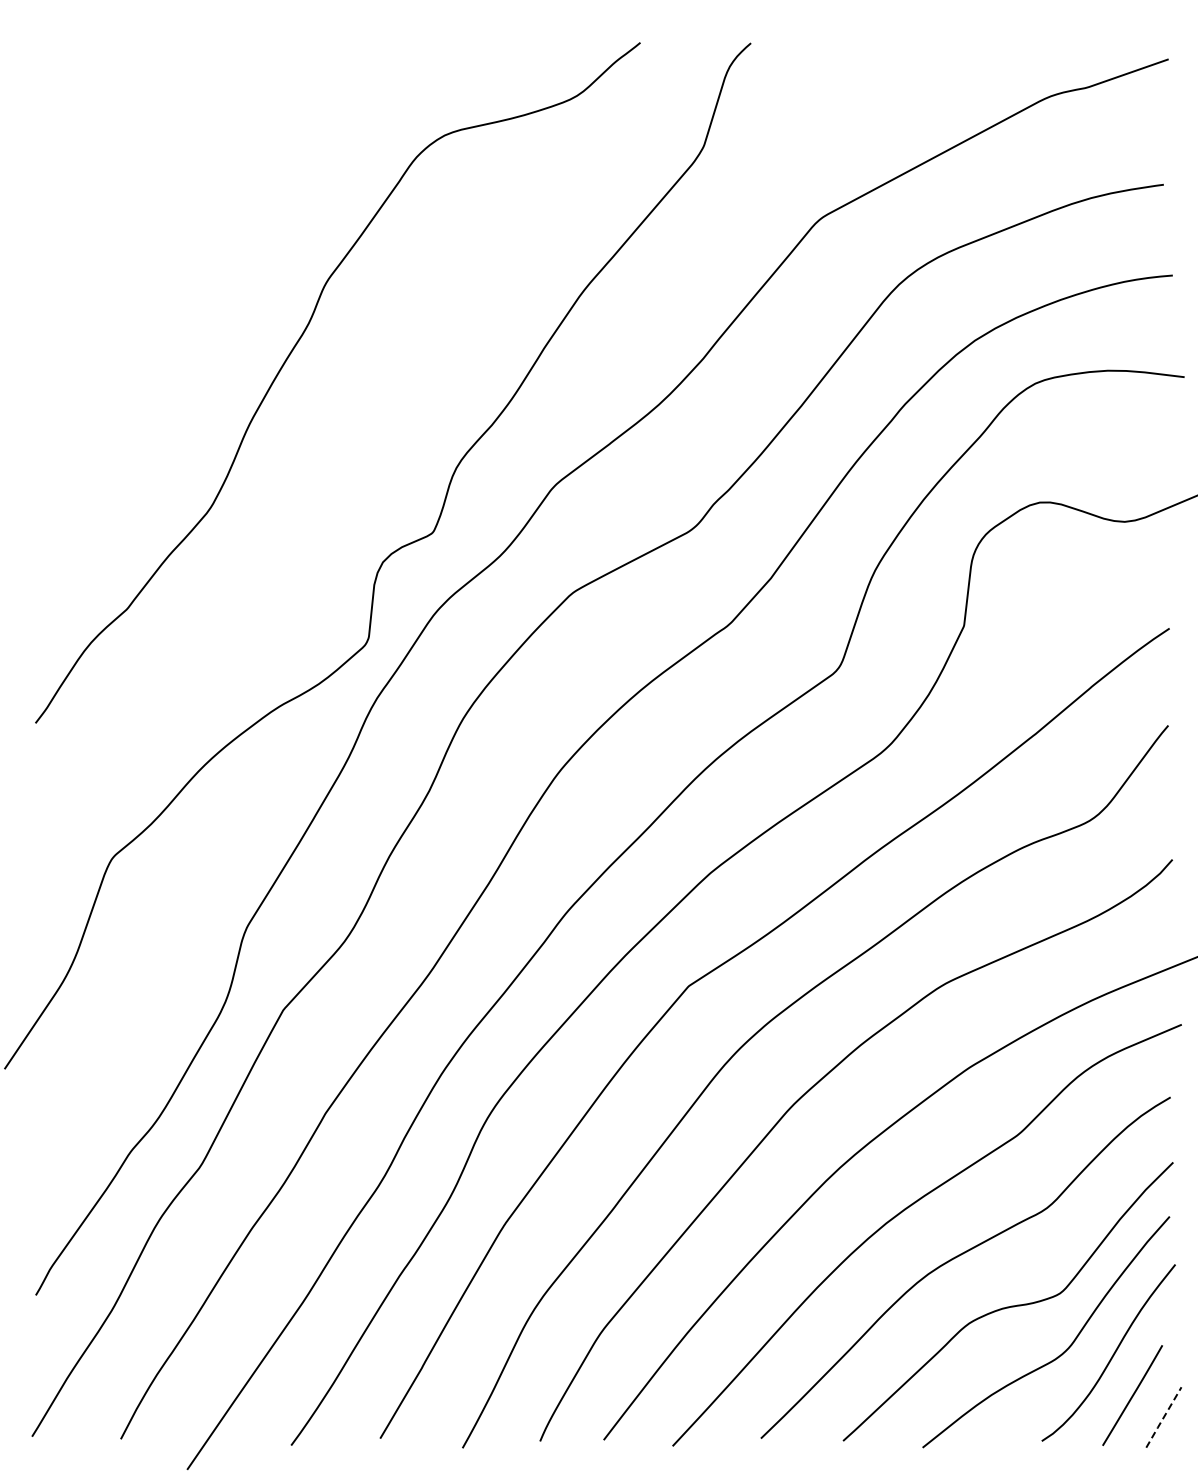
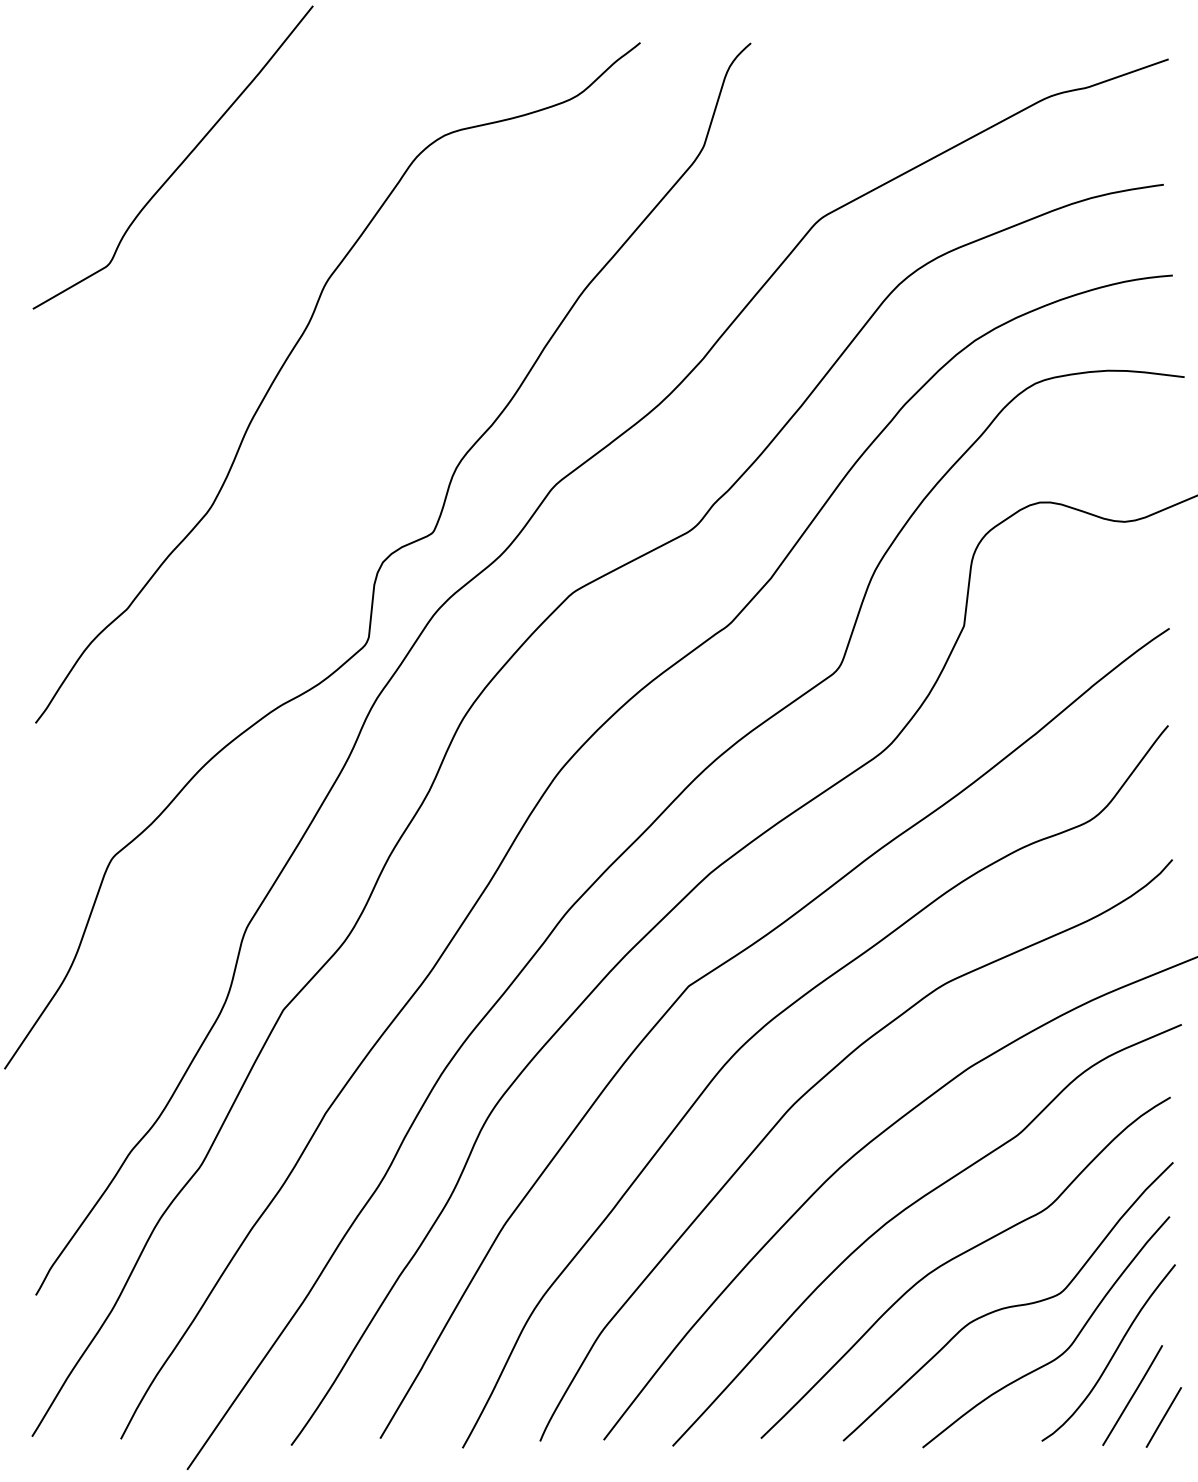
curve at (179, 164): none -> present
line at (1163, 1417): dashed -> solid
